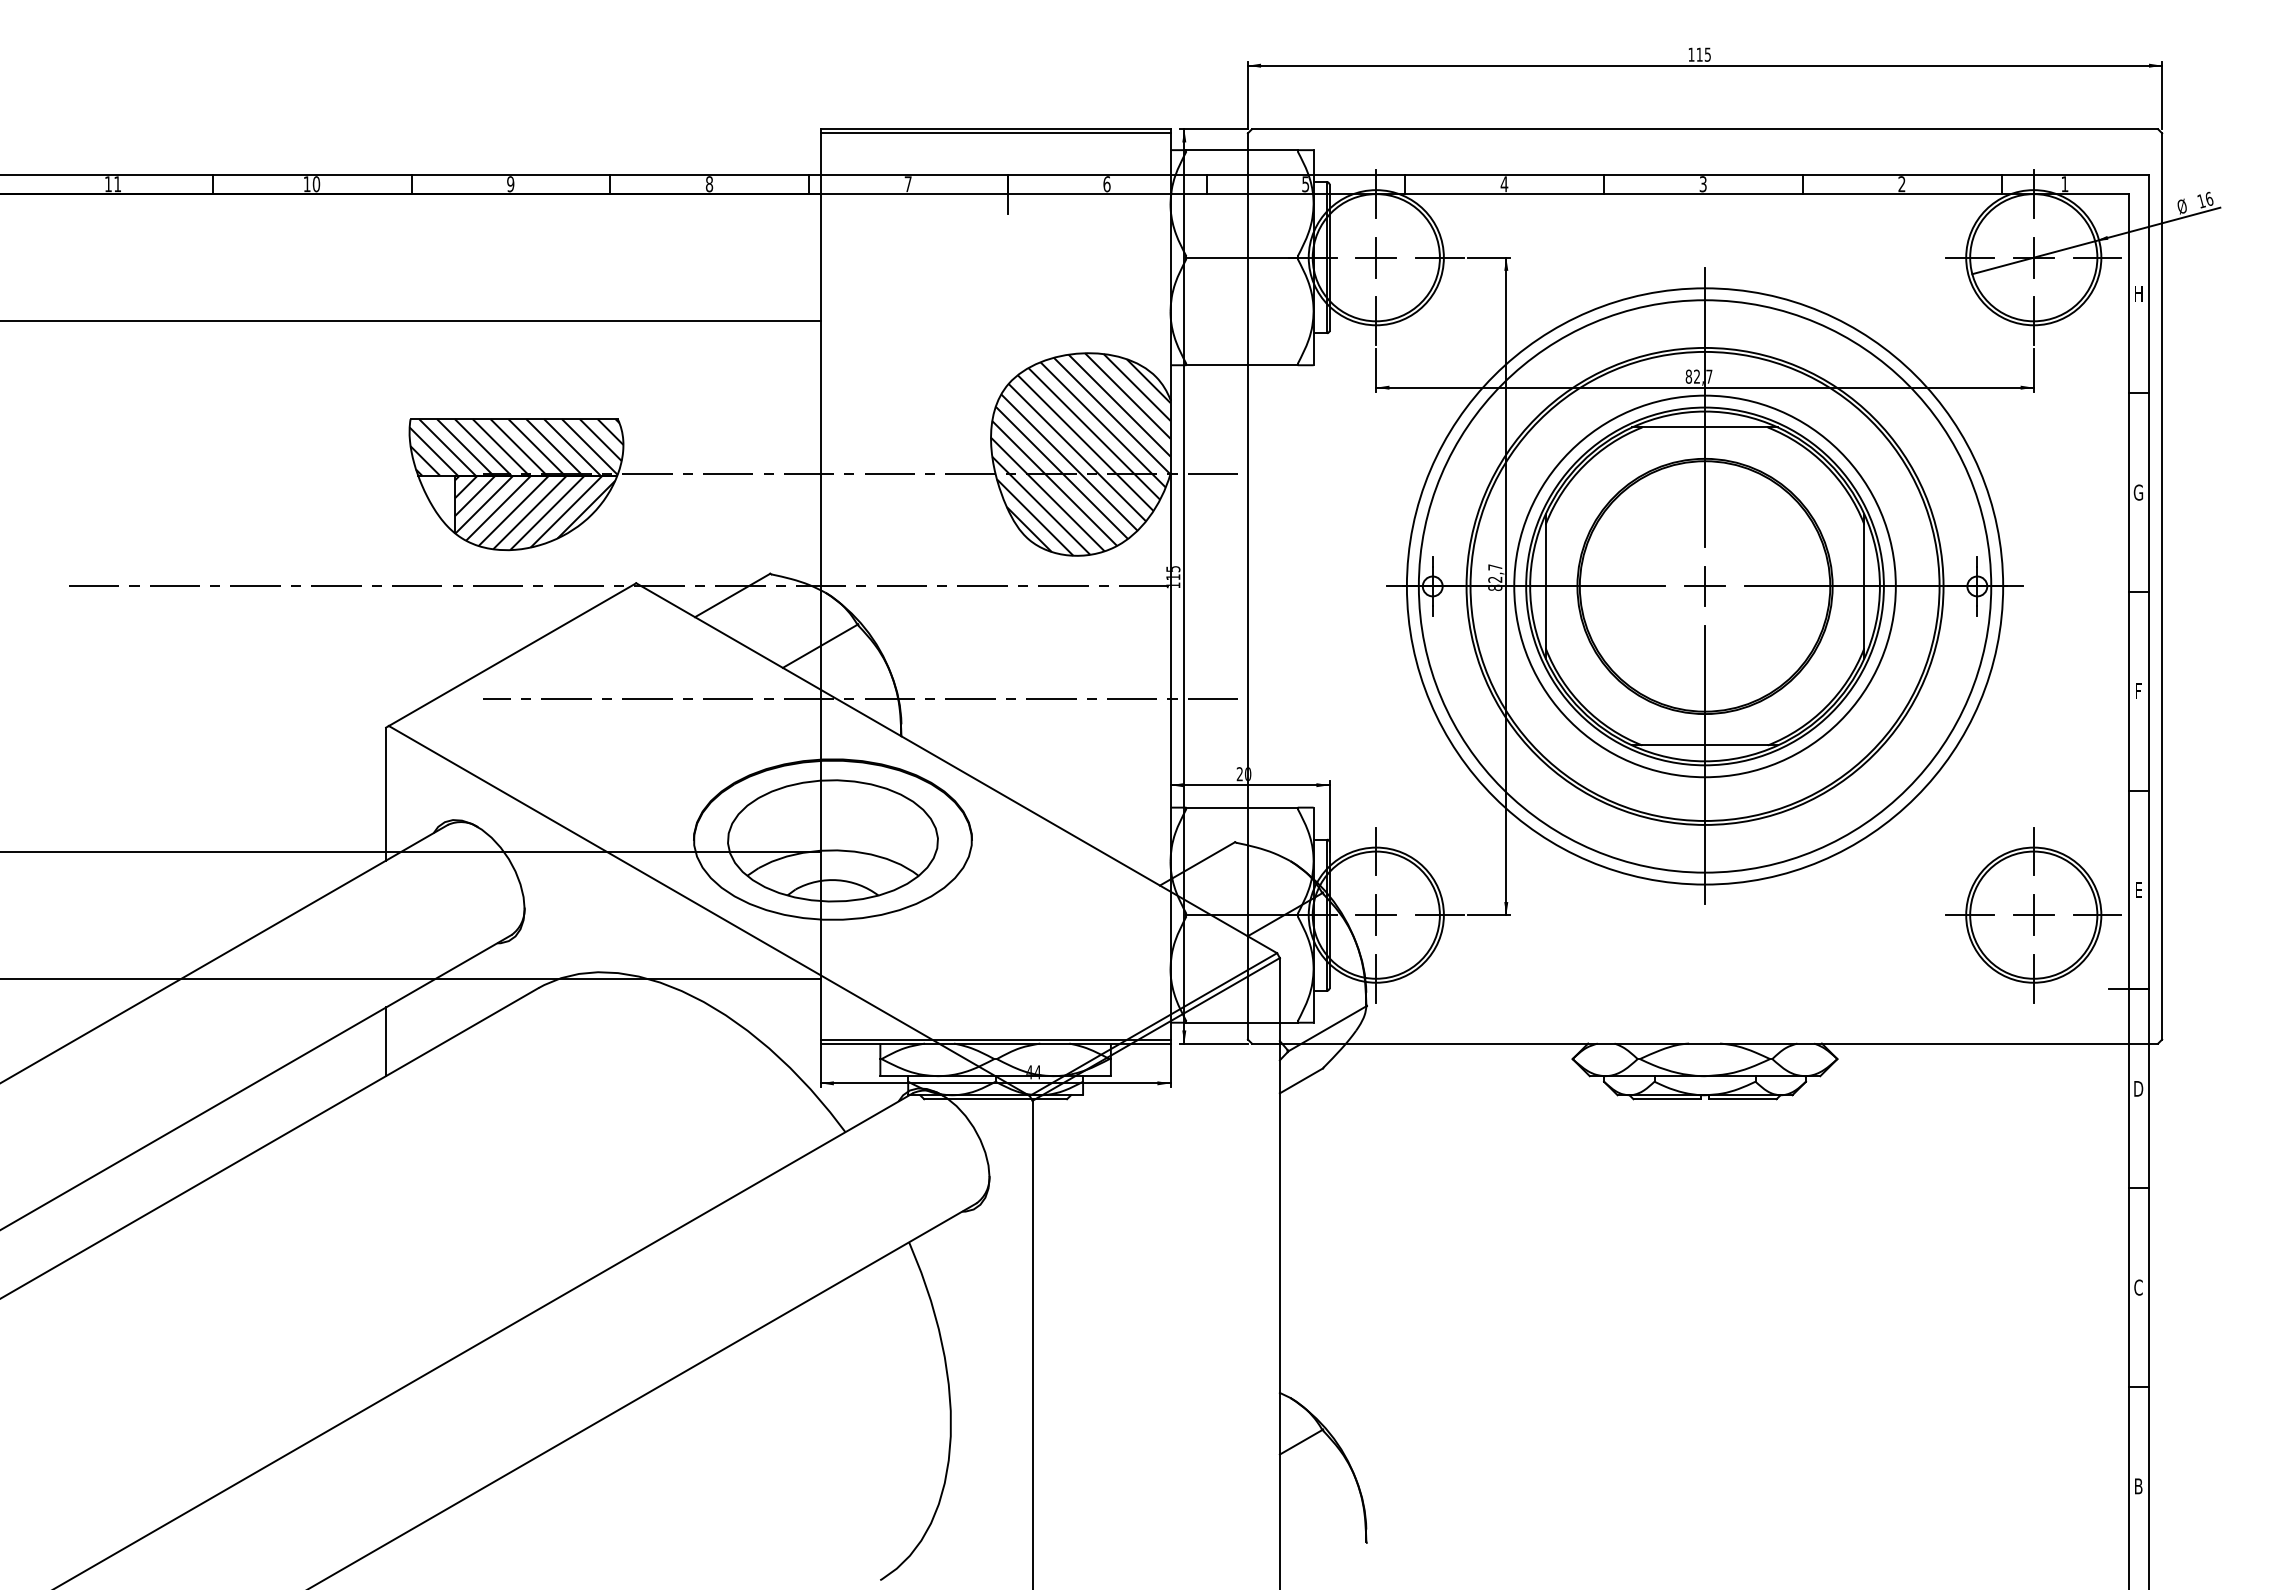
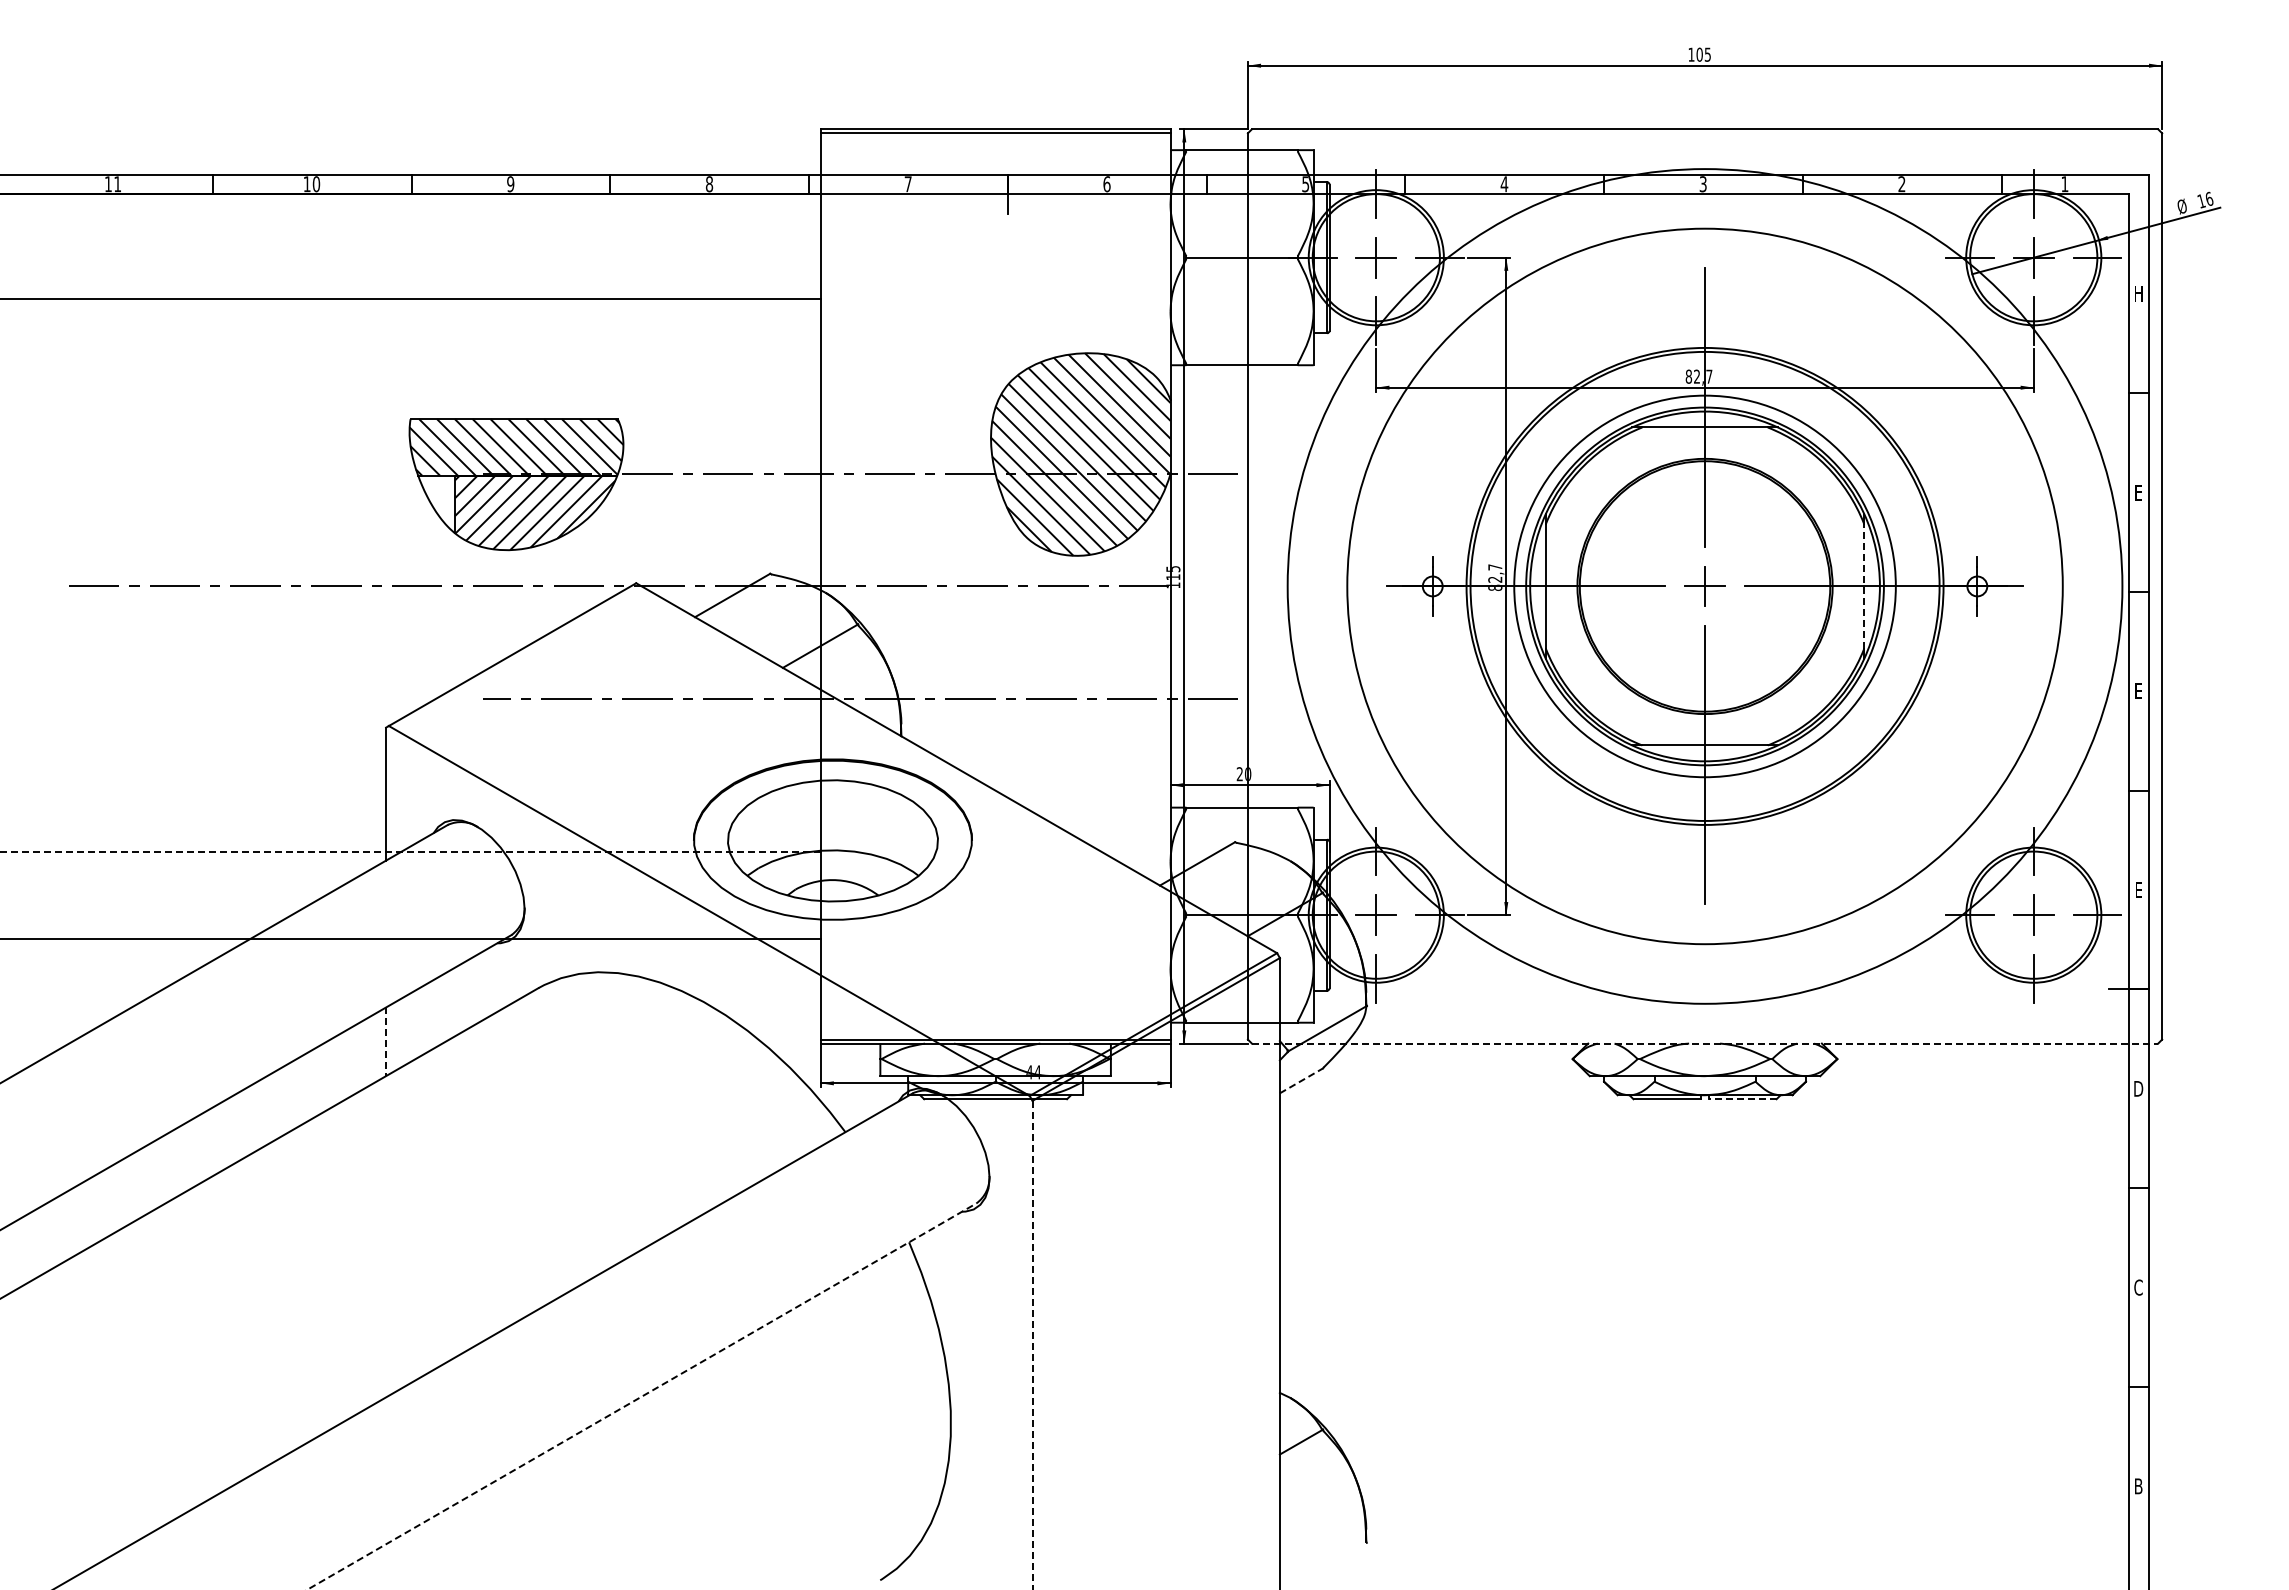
text at (1699, 54): 115 -> 105
line at (411, 321) position: (411, 321) -> (411, 299)
text at (2138, 492): G -> E
circle at (1704, 586) diameter: 572 px -> 715 px
circle at (1704, 586) diameter: 596 px -> 835 px
line at (1864, 586): solid -> dashed
text at (2138, 690): F -> E
line at (409, 851): solid -> dashed
line at (411, 978) position: (411, 978) -> (411, 938)
line at (386, 1042): solid -> dashed
line at (1705, 1043): solid -> dashed
line at (1301, 1080): solid -> dashed
line at (1742, 1099): solid -> dashed
line at (1032, 1345): solid -> dashed
line at (642, 1396): solid -> dashed
